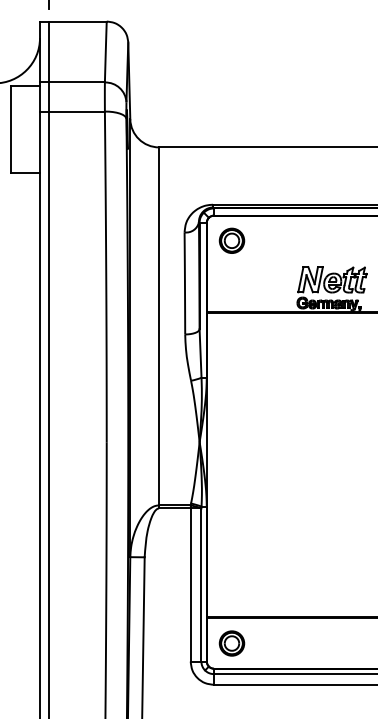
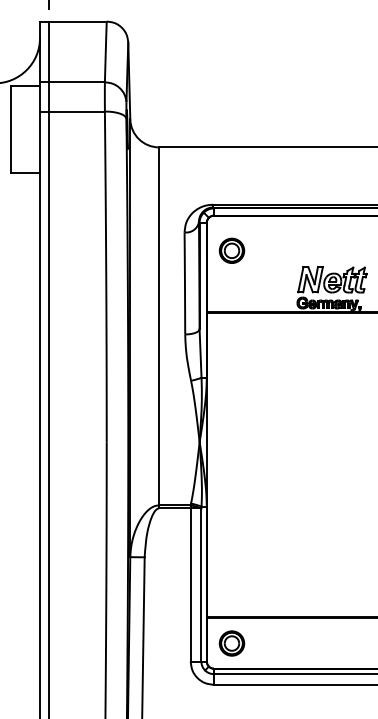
part at (231, 240) position: (231, 240) -> (231, 250)
